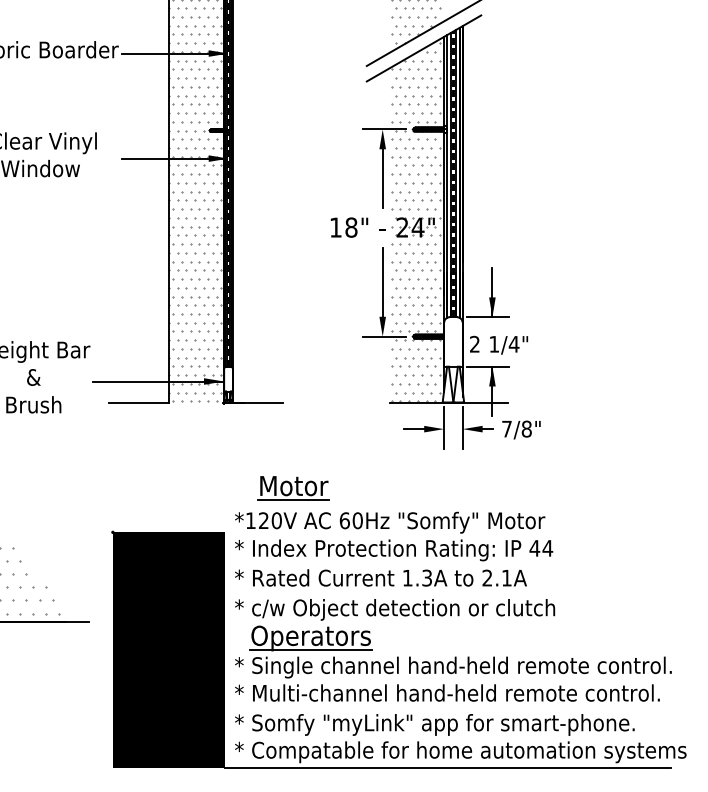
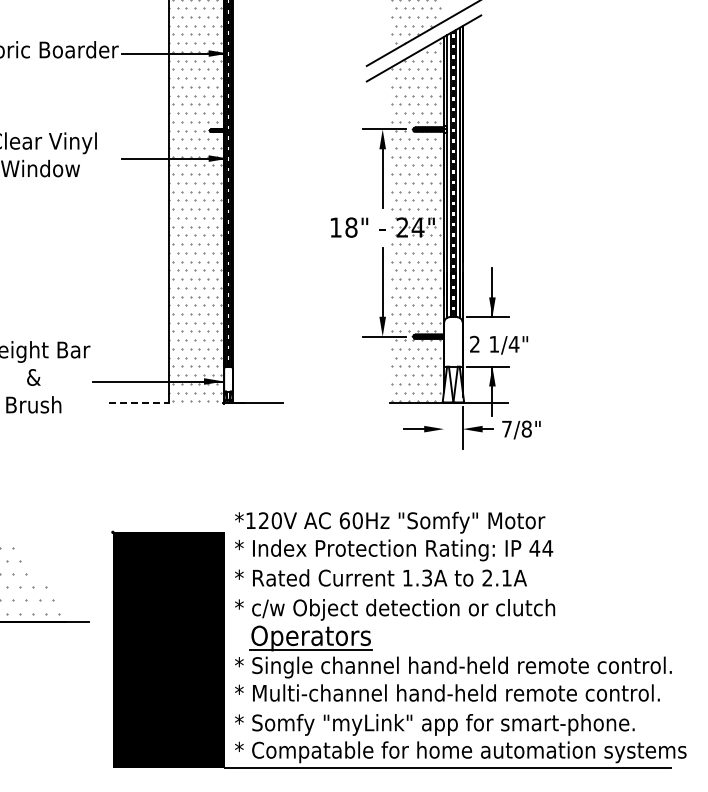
line at (139, 402): solid -> dashed
line at (444, 427): present -> none
part at (293, 488): present -> none
